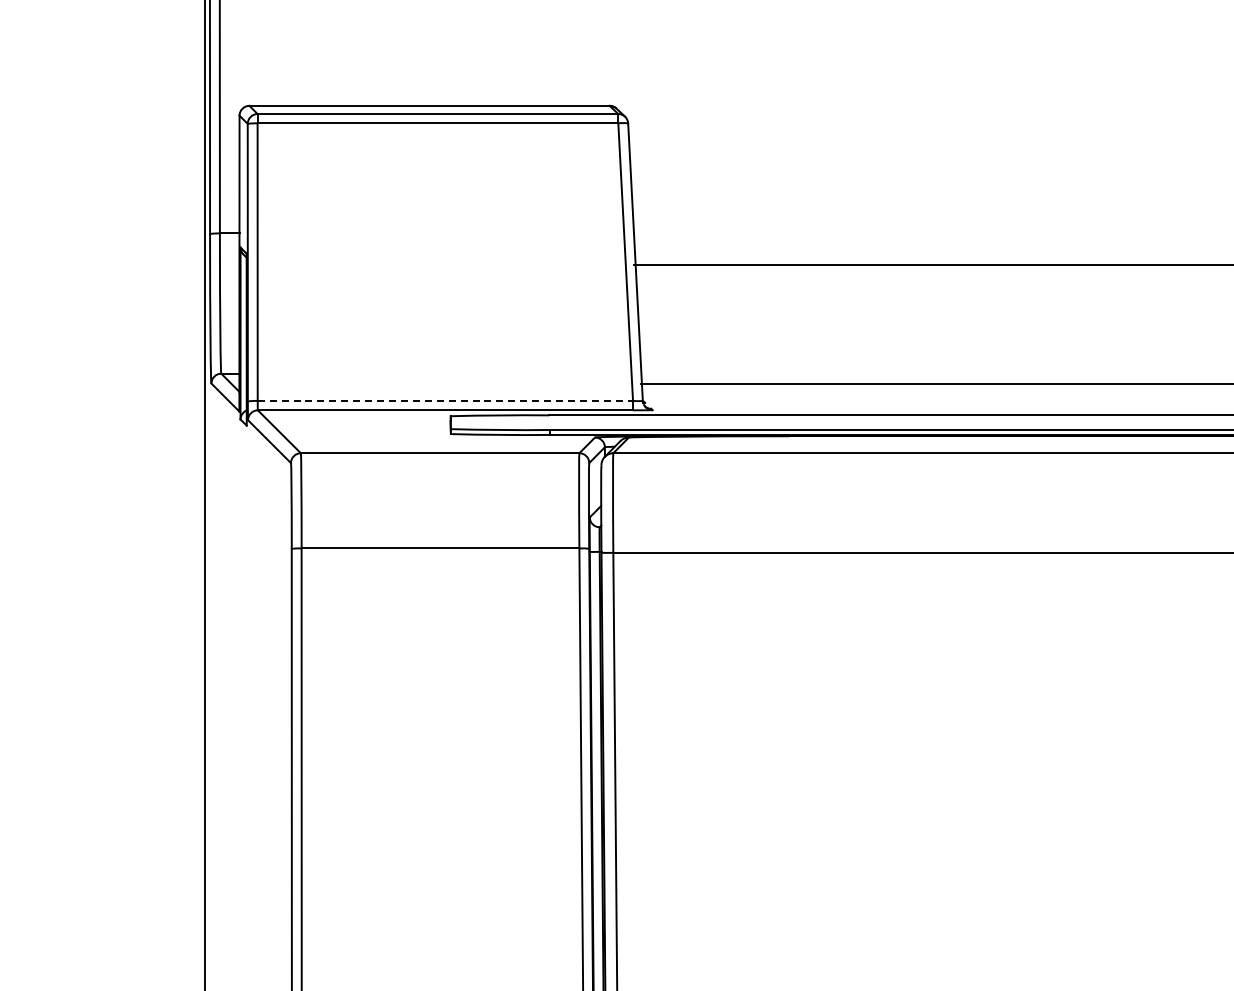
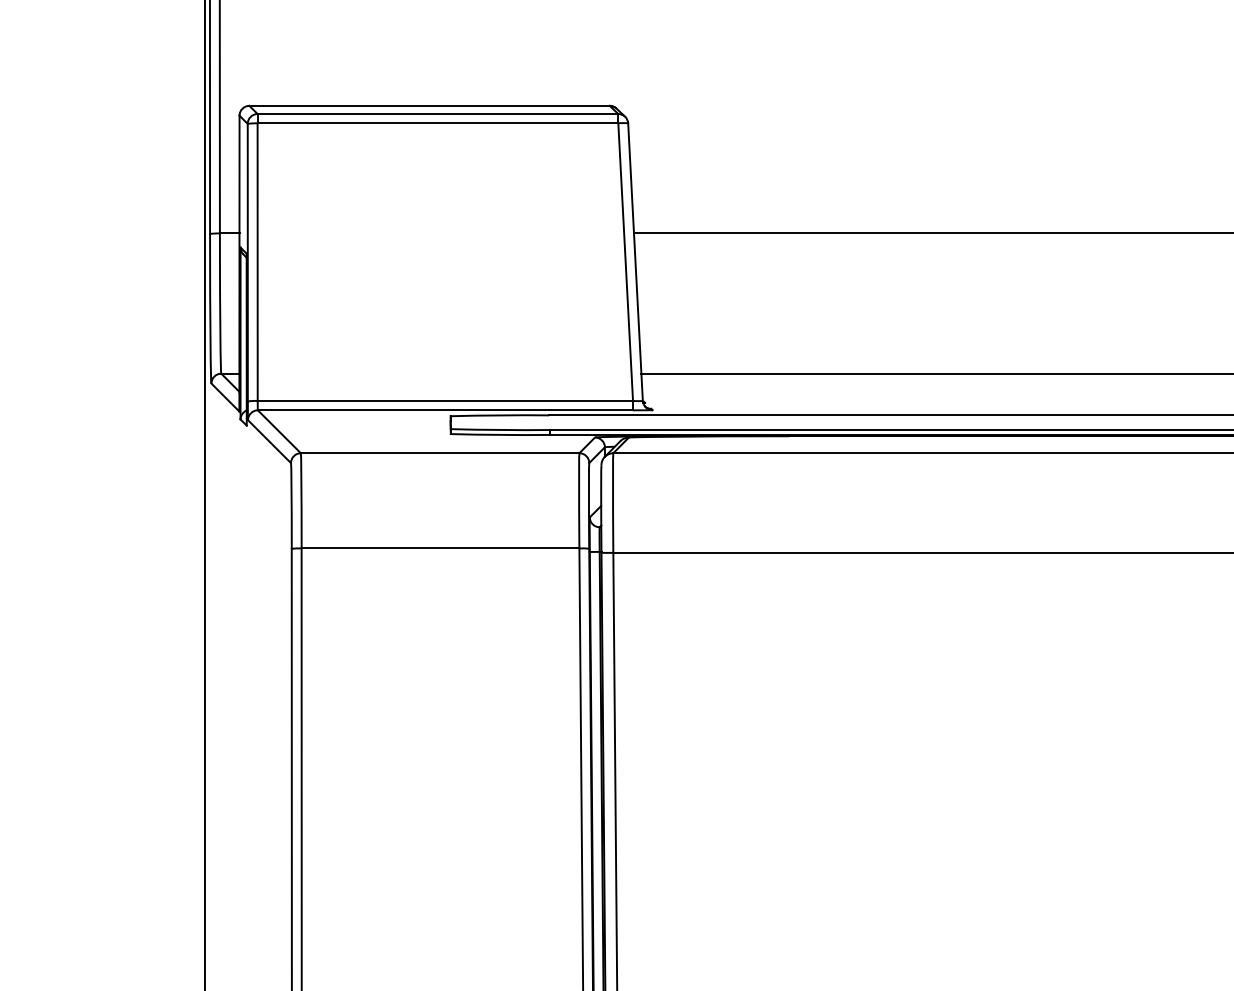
line at (932, 265) position: (932, 265) -> (932, 233)
line at (935, 383) position: (935, 383) -> (935, 373)
line at (445, 400): dashed -> solid
